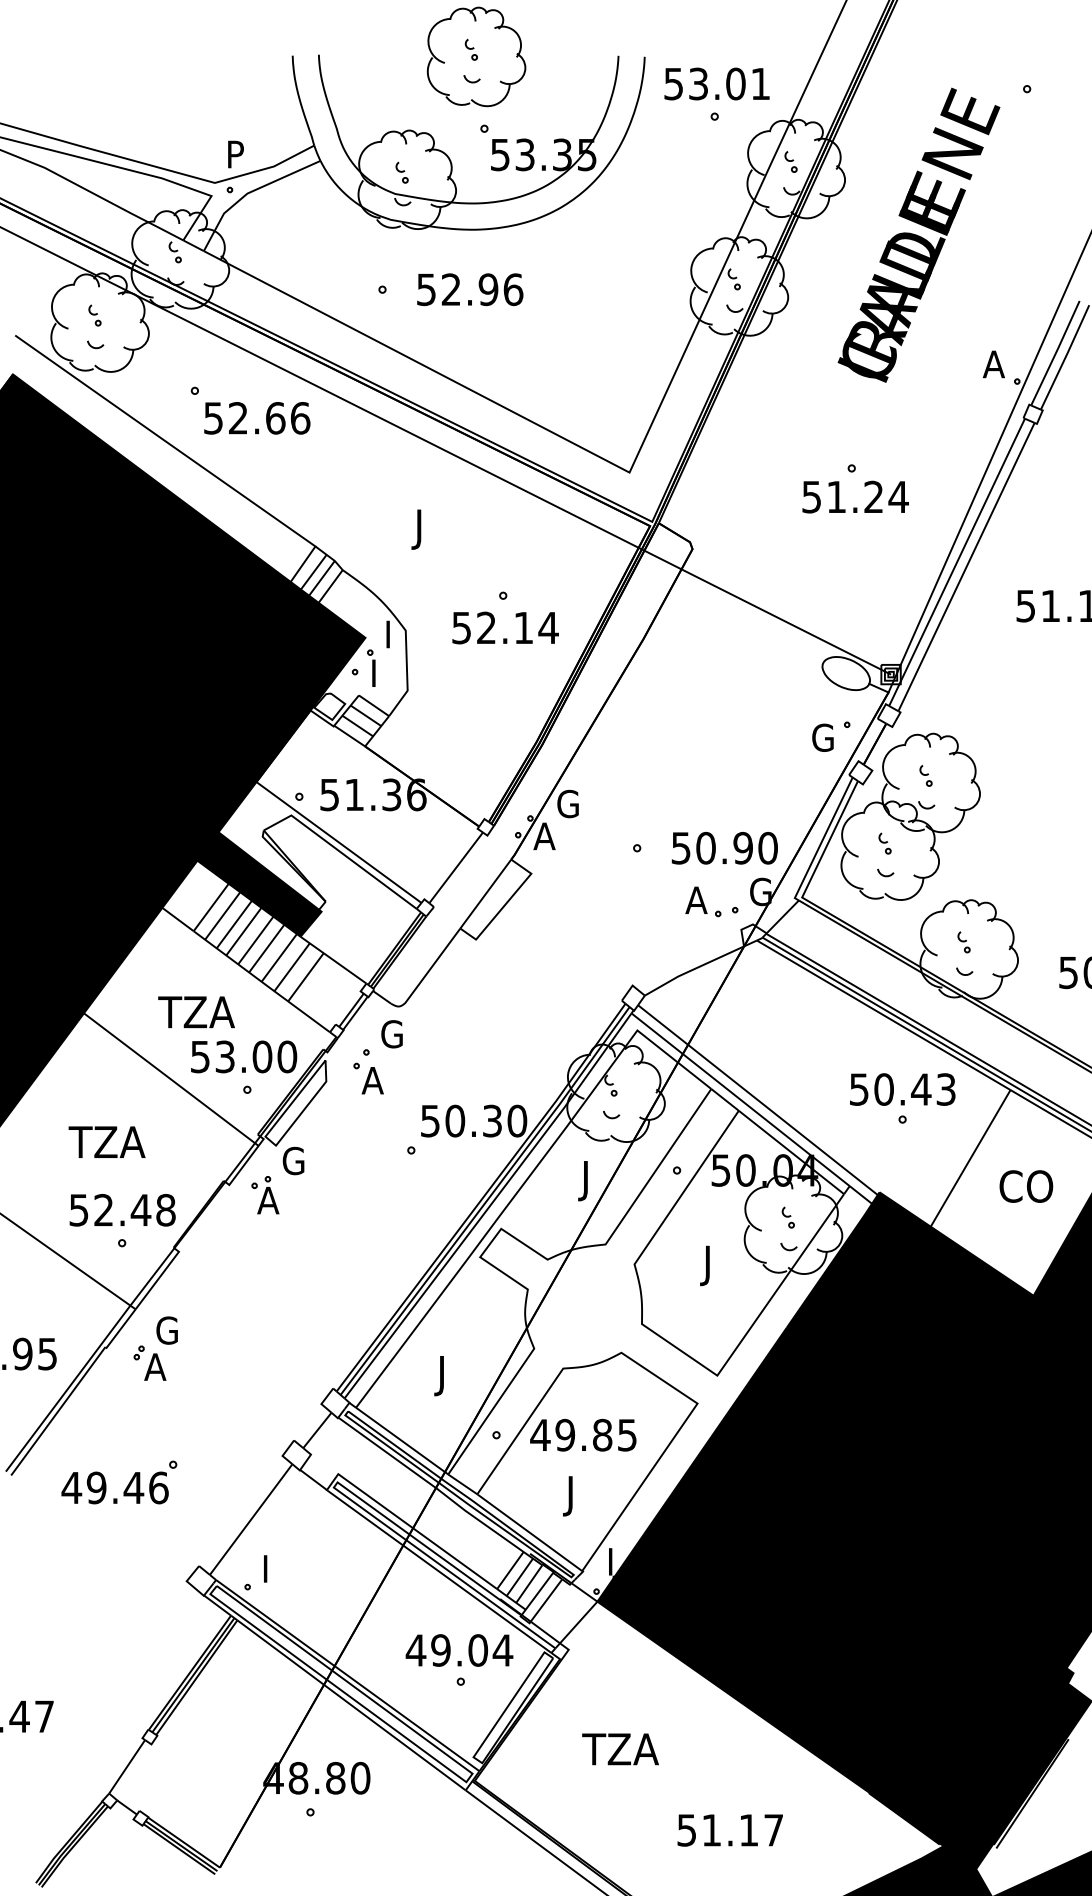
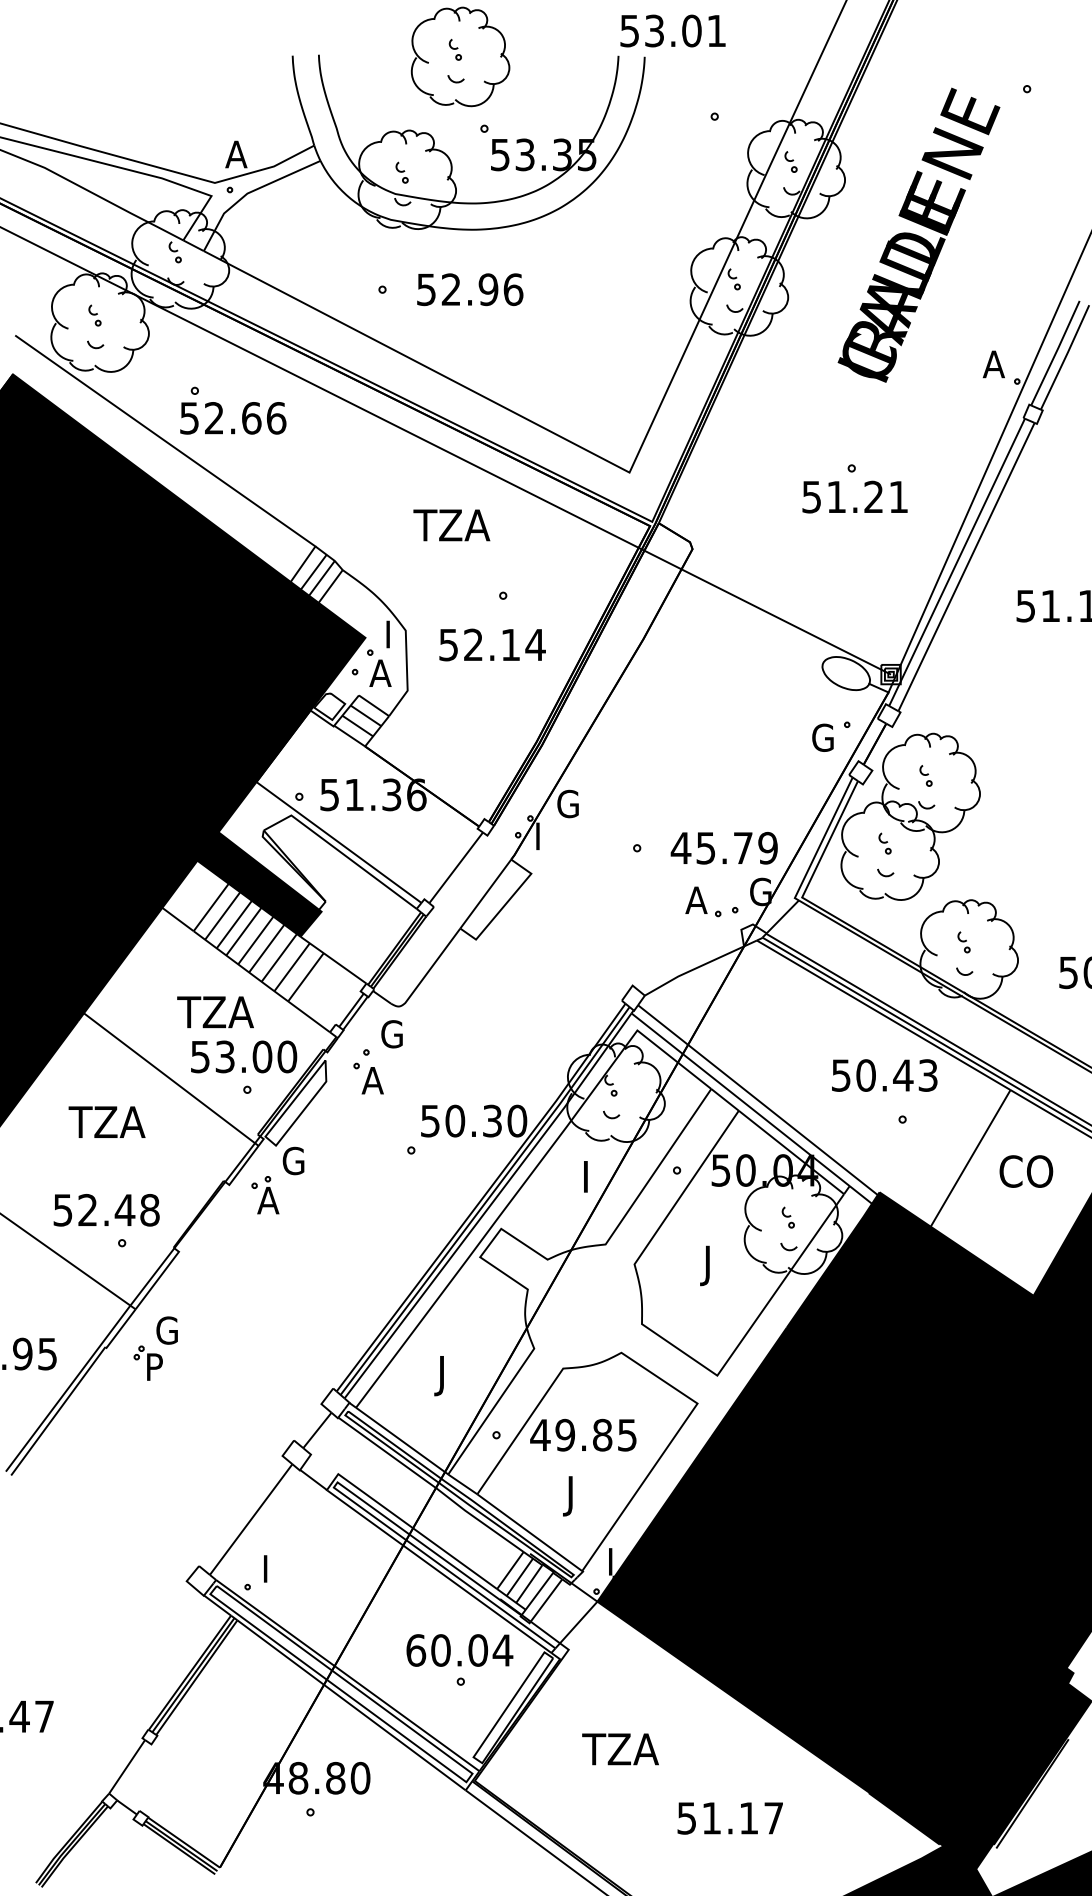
part at (476, 56) position: (476, 56) -> (460, 56)
text at (716, 83) position: (716, 83) -> (672, 30)
text at (236, 154): P -> A
text at (257, 418) position: (257, 418) -> (233, 418)
text at (898, 496): 51.24 -> 51.21
text at (450, 529): J -> TZA
text at (505, 627) position: (505, 627) -> (492, 644)
text at (380, 672): I -> A
text at (544, 836): A -> I
text at (723, 847): 50.90 -> 45.79
text at (196, 1012) position: (196, 1012) -> (215, 1012)
text at (902, 1089) position: (902, 1089) -> (884, 1075)
text at (106, 1141) position: (106, 1141) -> (106, 1121)
text at (1026, 1186) position: (1026, 1186) -> (1026, 1171)
text at (582, 1196): J -> I
text at (122, 1210) position: (122, 1210) -> (106, 1210)
text at (155, 1366): A -> P
part at (126, 1486): present -> none
text at (427, 1650): 49.04 -> 60.04
text at (729, 1830) position: (729, 1830) -> (729, 1818)
